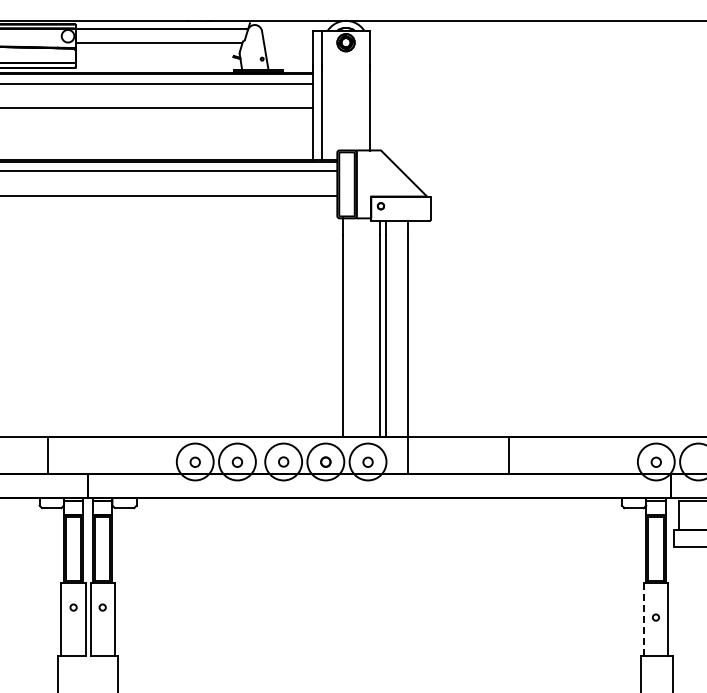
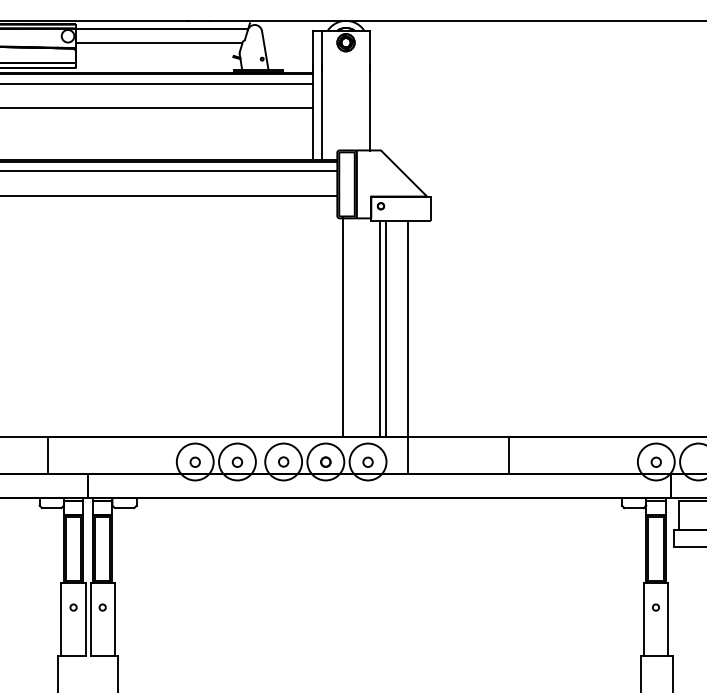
circle at (655, 617) position: (655, 617) -> (655, 607)
line at (643, 620): dashed -> solid
